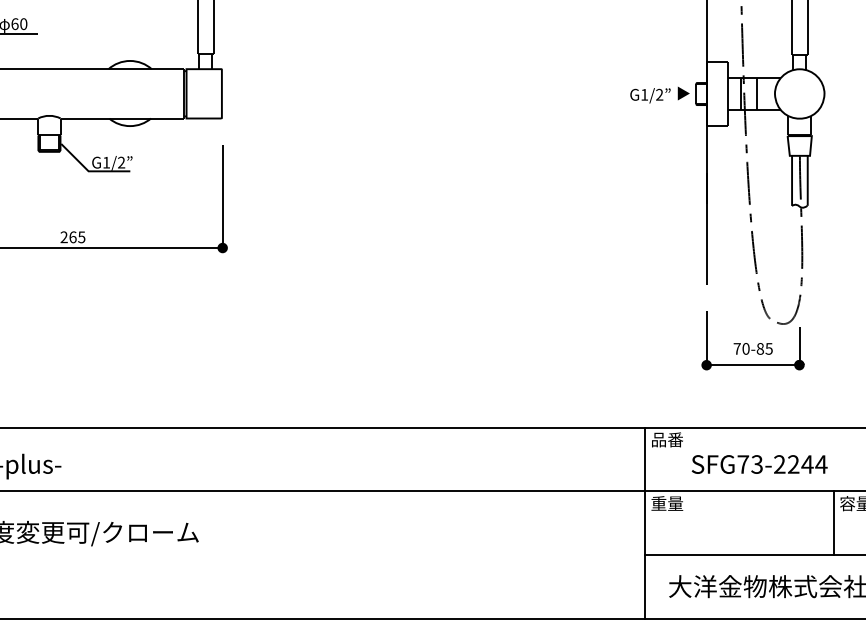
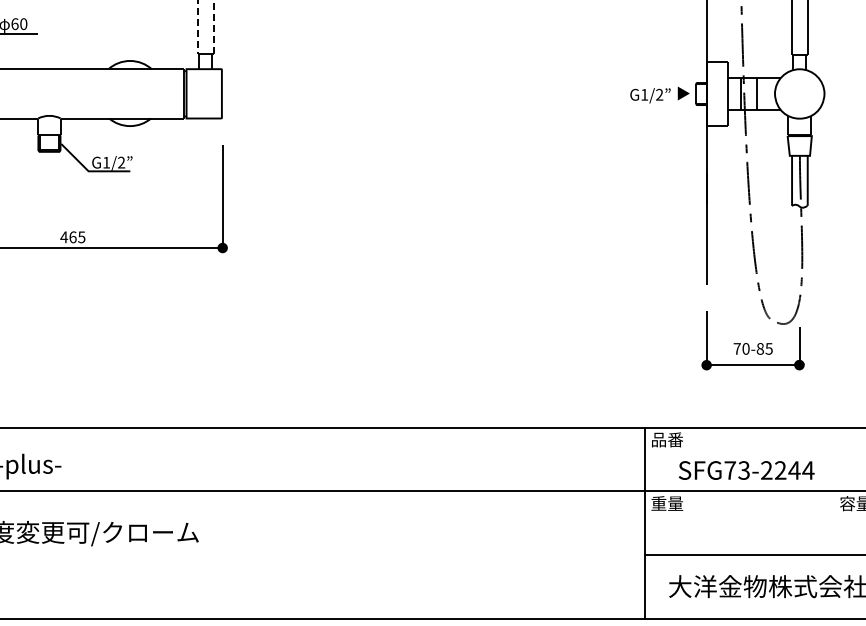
line at (197, 0): solid -> dashed
text at (64, 237): 265 -> 465
text at (759, 464) position: (759, 464) -> (746, 470)
line at (833, 523): present -> none
